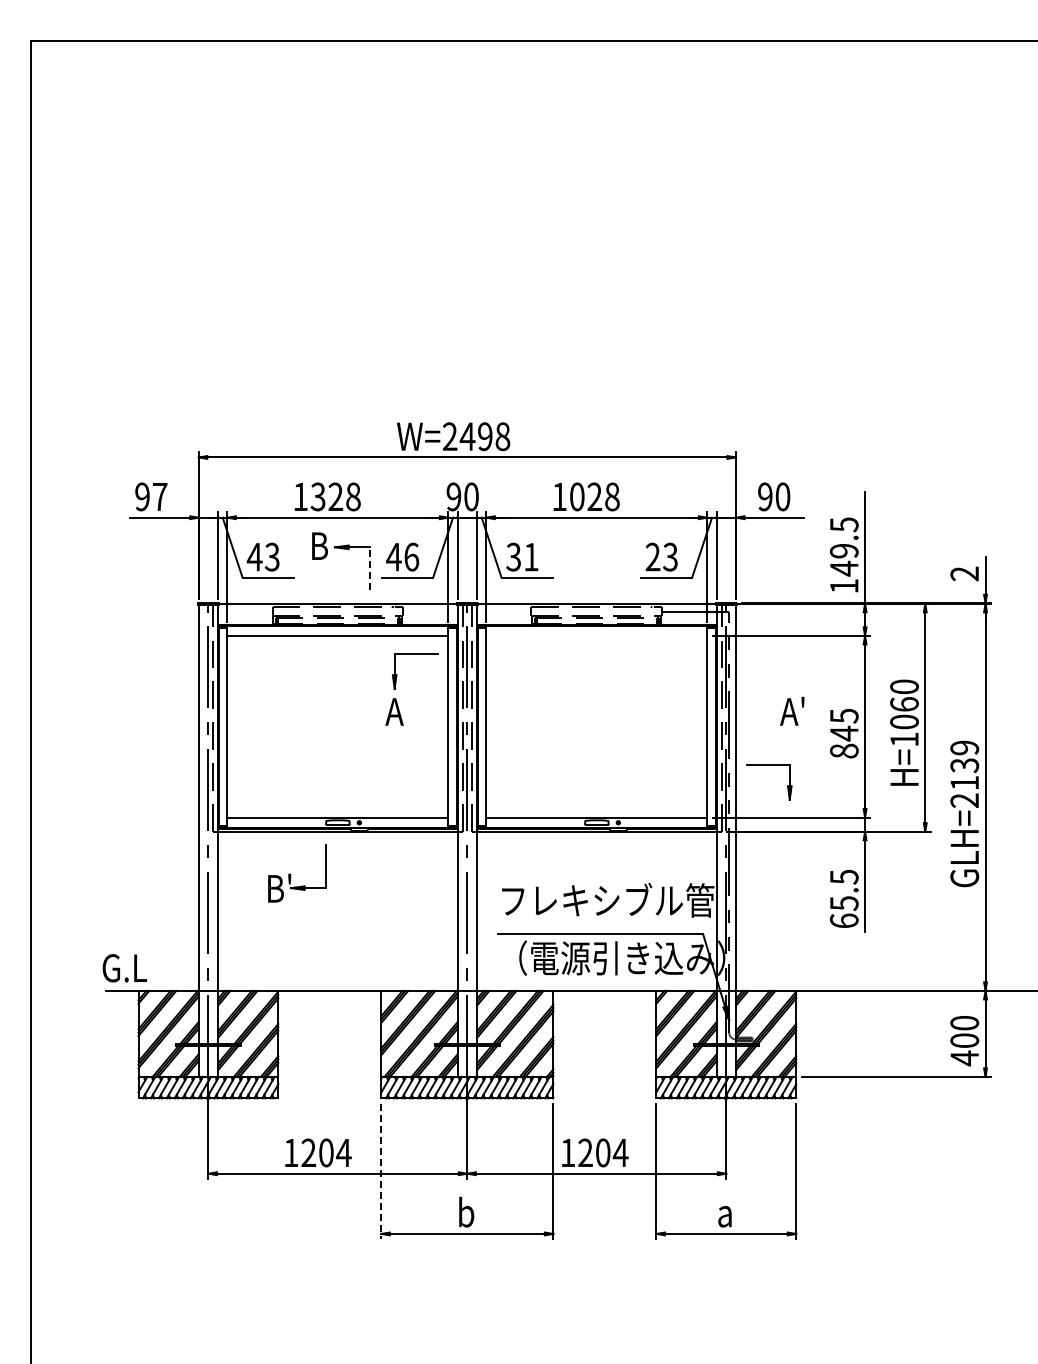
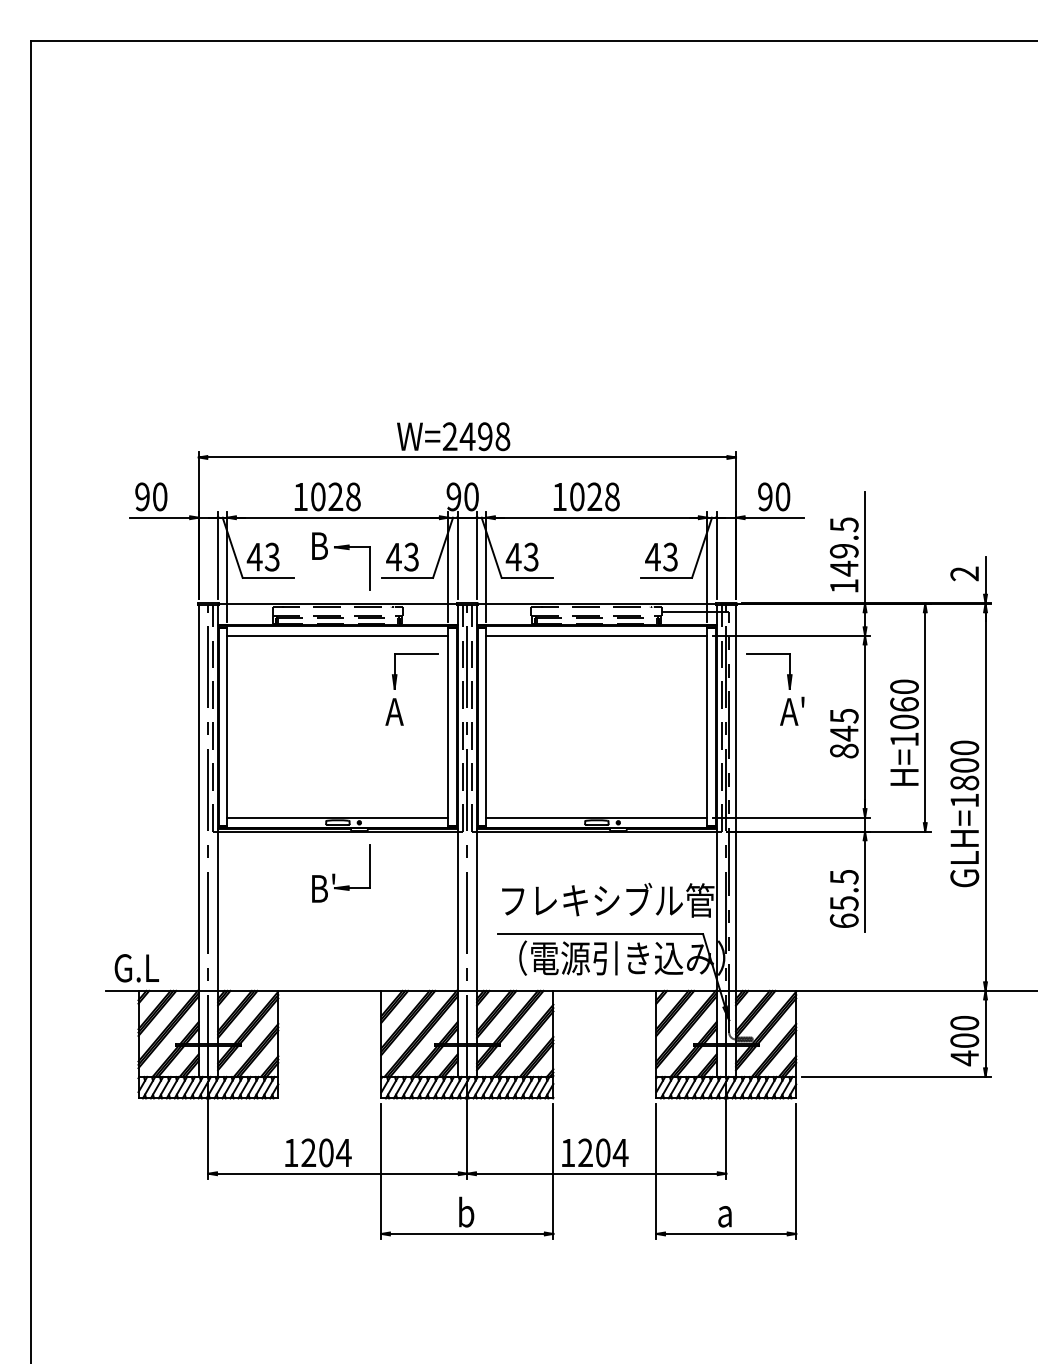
text at (160, 496): 97 -> 90
text at (317, 496): 1328 -> 1028
text at (411, 556): 46 -> 43
text at (521, 556): 31 -> 43
text at (652, 556): 23 -> 43
line at (370, 568): dashed -> solid
line at (596, 635): none -> present
part at (769, 765) position: (769, 765) -> (769, 654)
text at (964, 773): GLH=2139 -> GLH=1800
part at (291, 874) position: (291, 874) -> (335, 874)
text at (124, 968) position: (124, 968) -> (136, 968)
line at (381, 1171): dashed -> solid
